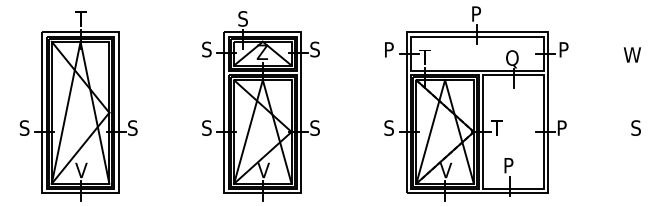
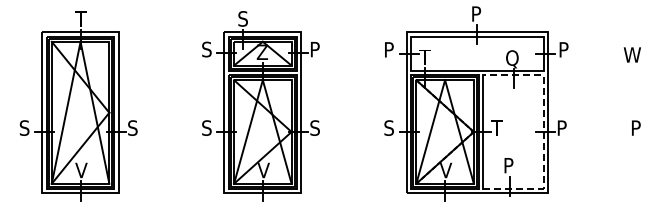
text at (314, 49): S -> P
text at (635, 127): S -> P
line at (543, 131): solid -> dashed
